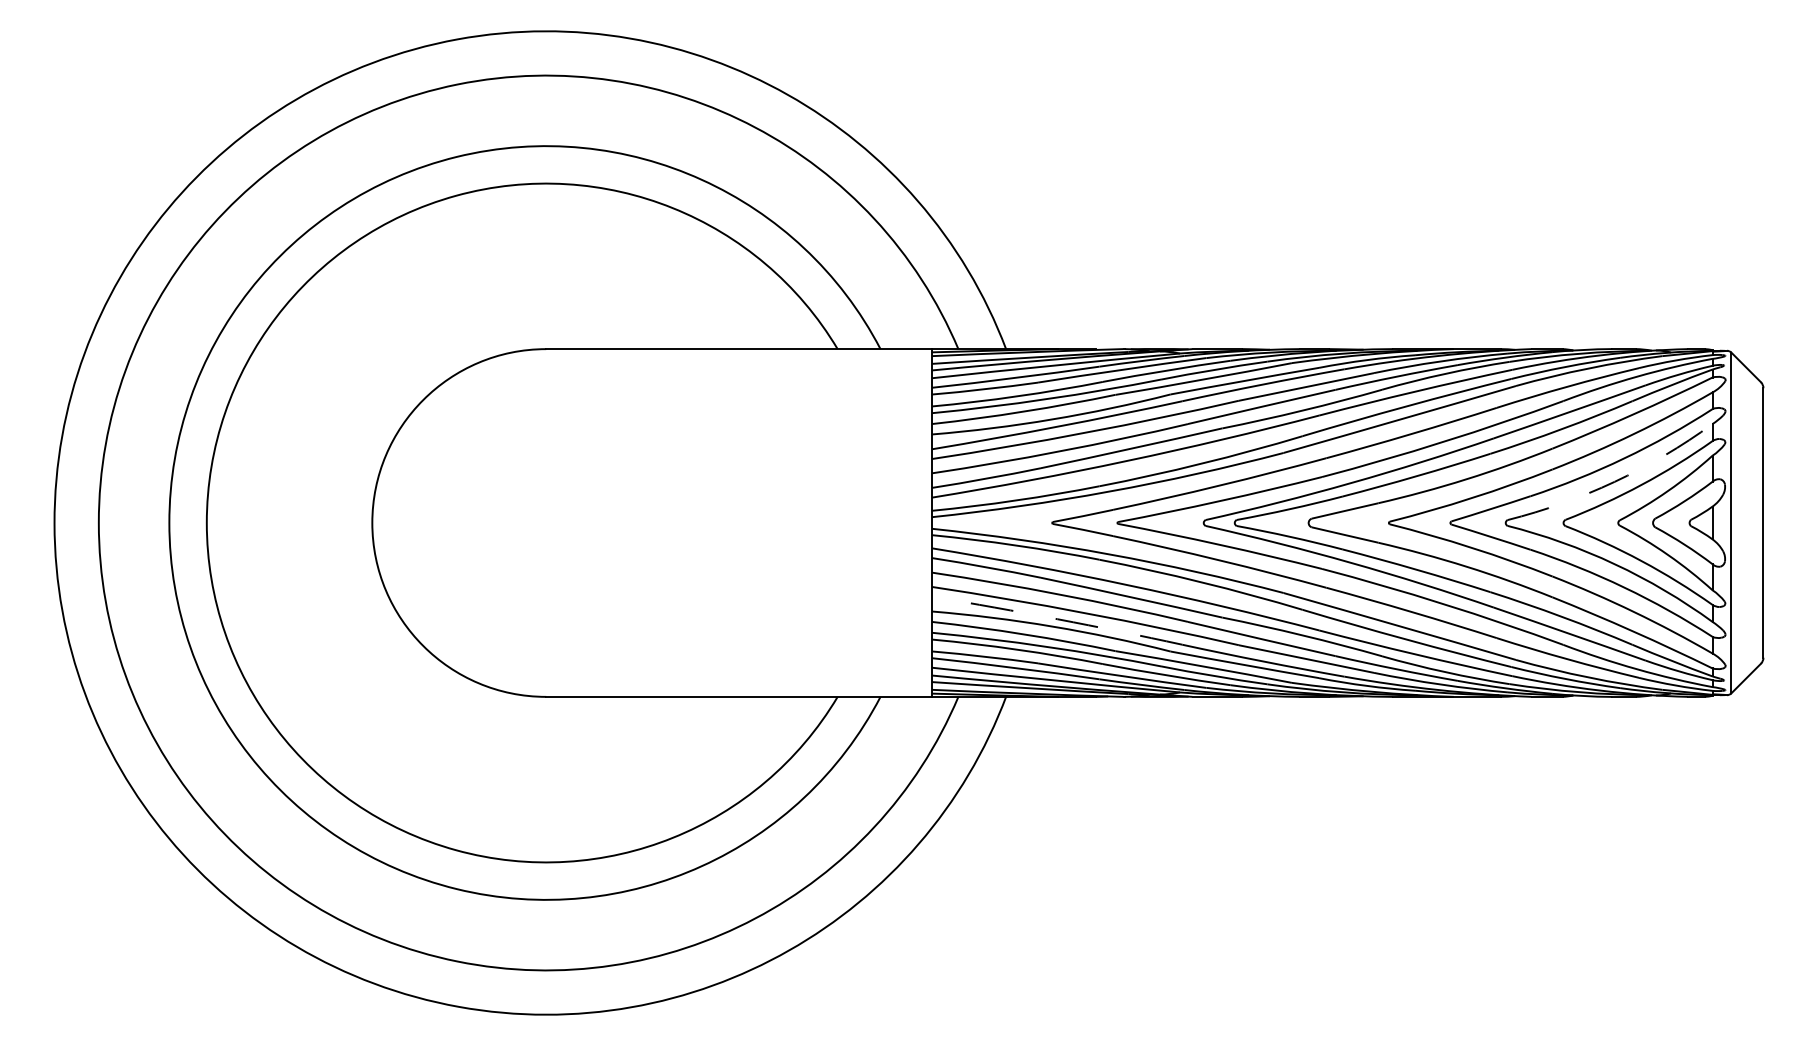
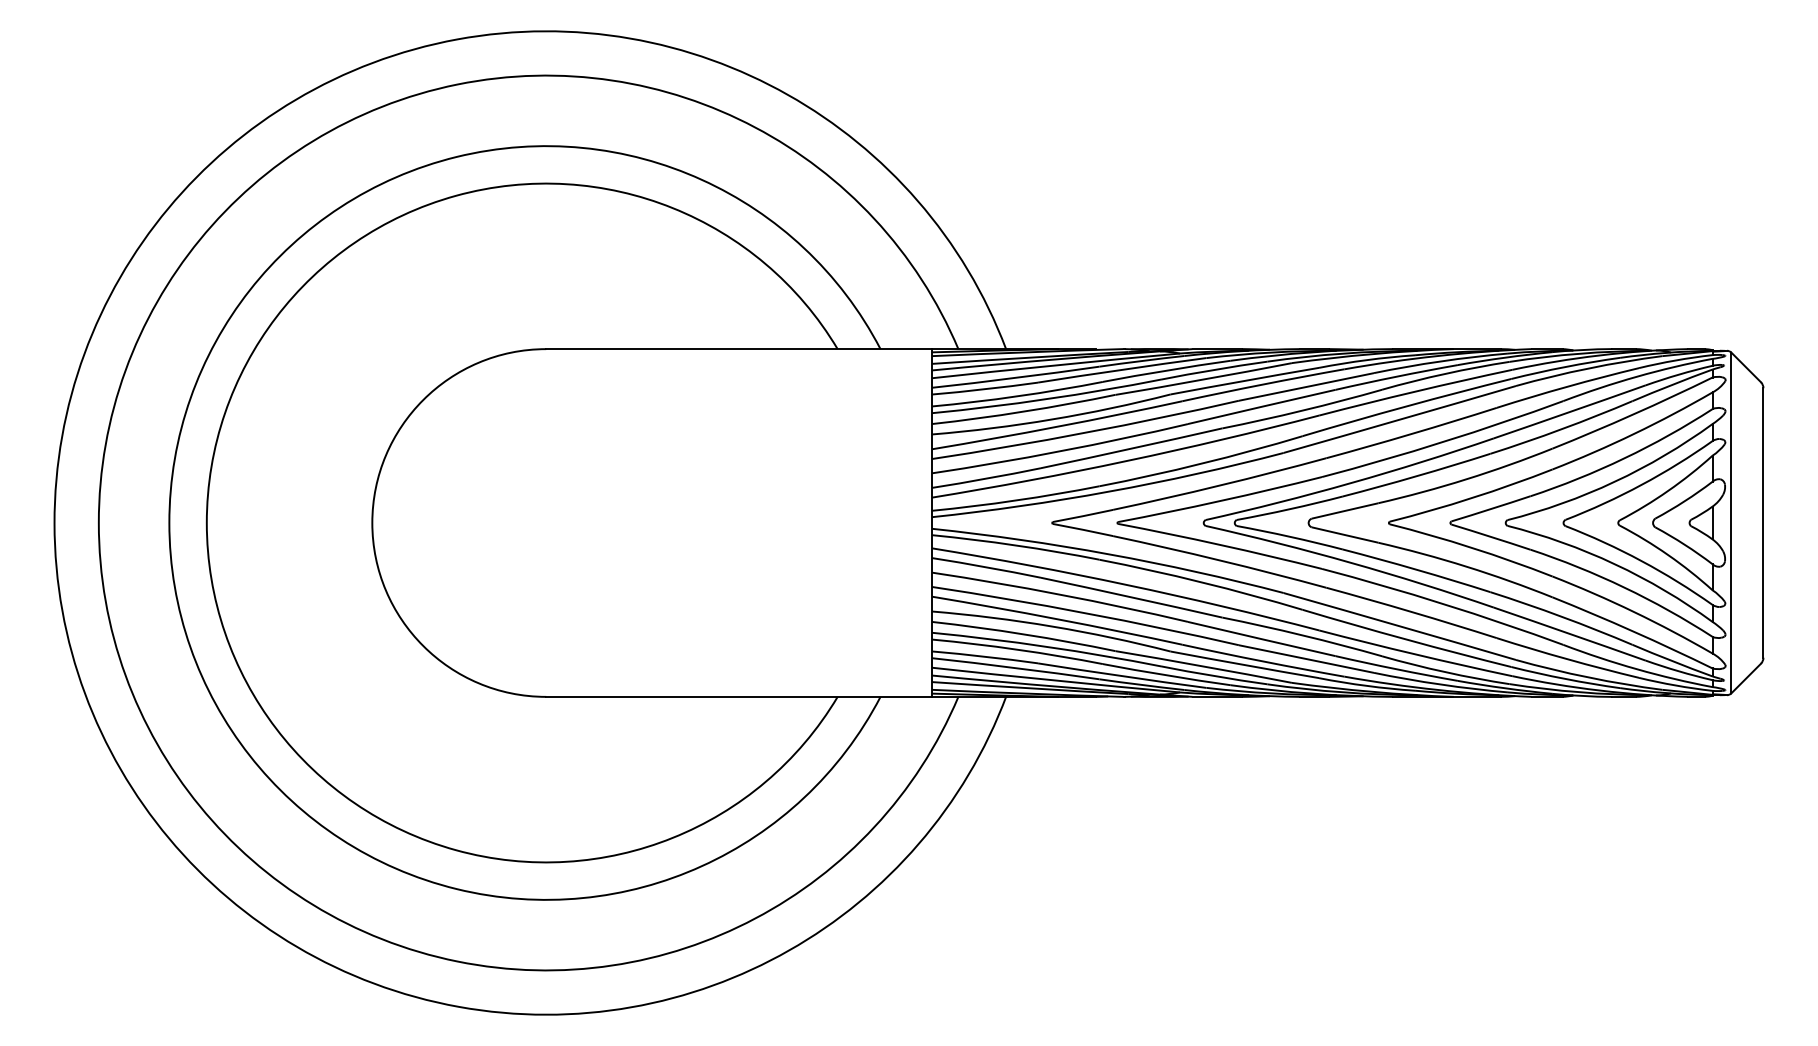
arc at (1614, 481): dashed -> solid
arc at (1057, 619): dashed -> solid
